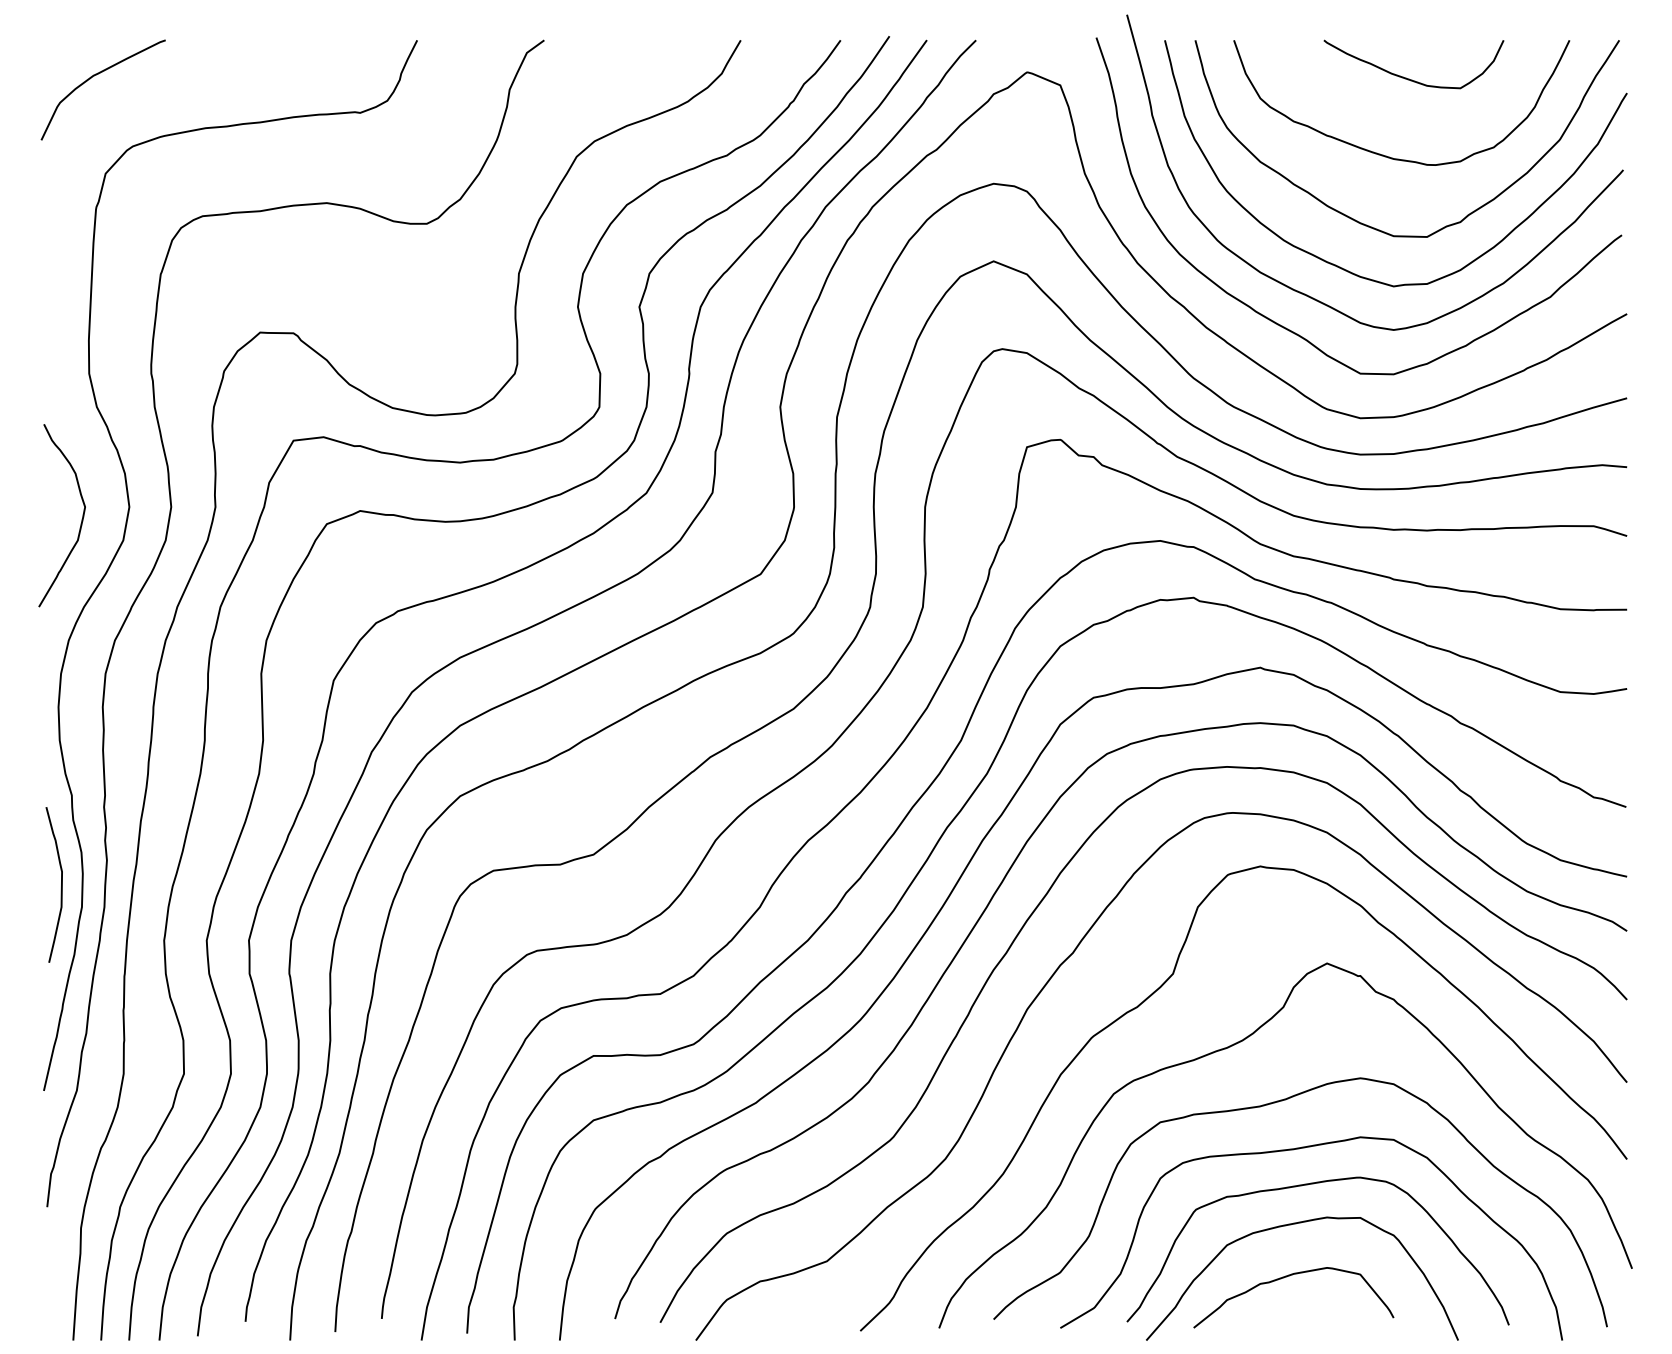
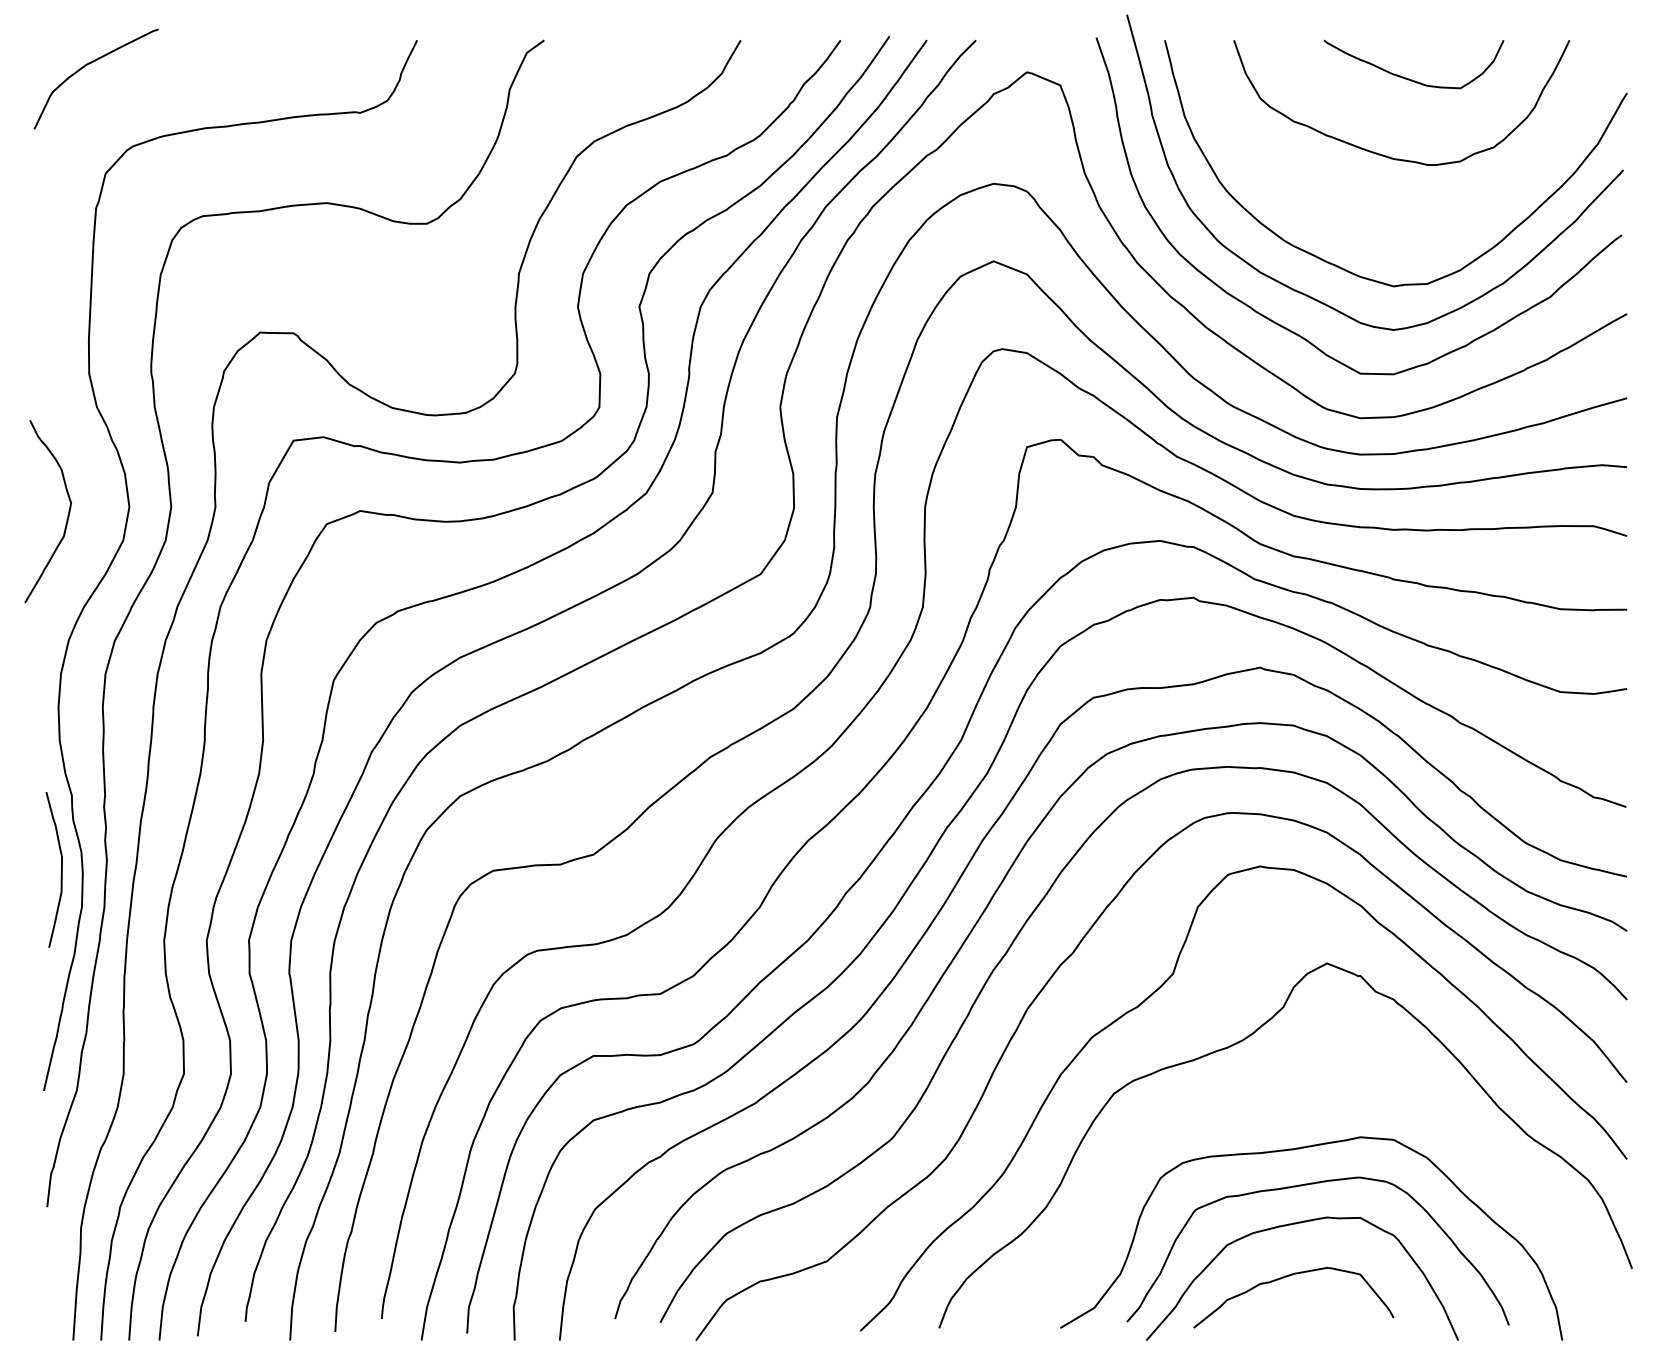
curve at (96, 75) position: (96, 75) -> (89, 64)
curve at (1369, 225): present -> none
curve at (81, 519) position: (81, 519) -> (67, 515)
curve at (61, 884) position: (61, 884) -> (61, 869)
curve at (1275, 1103): present -> none
